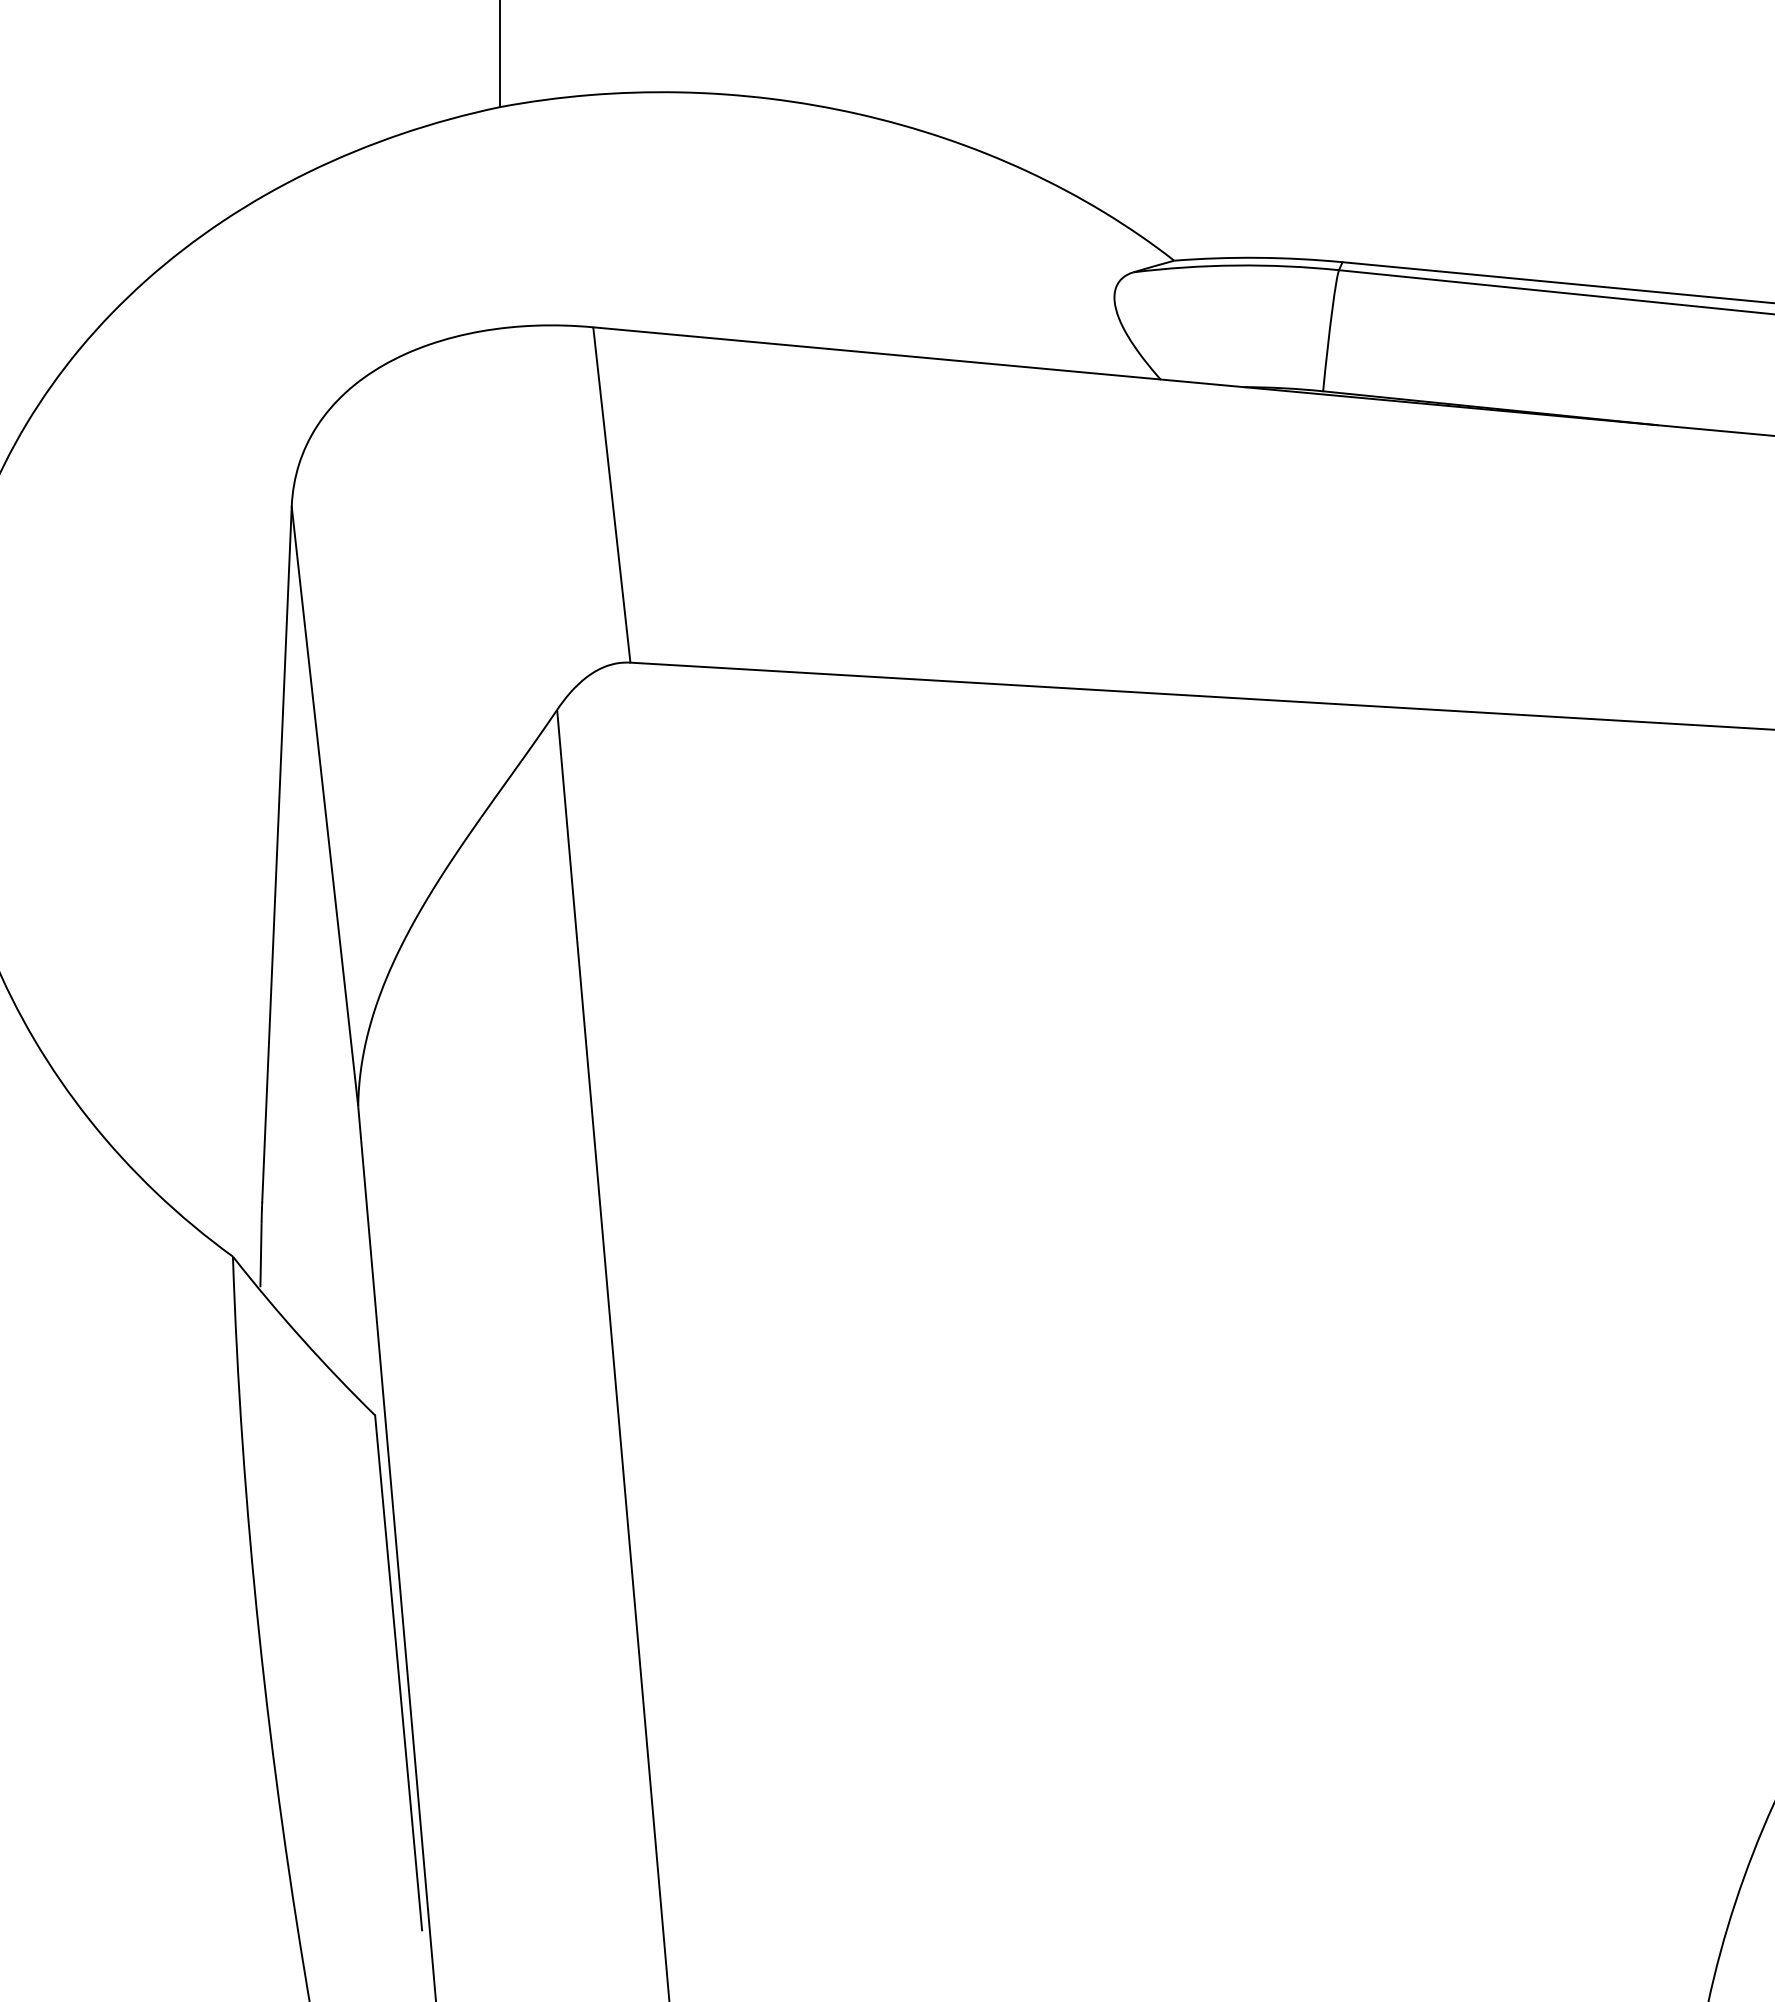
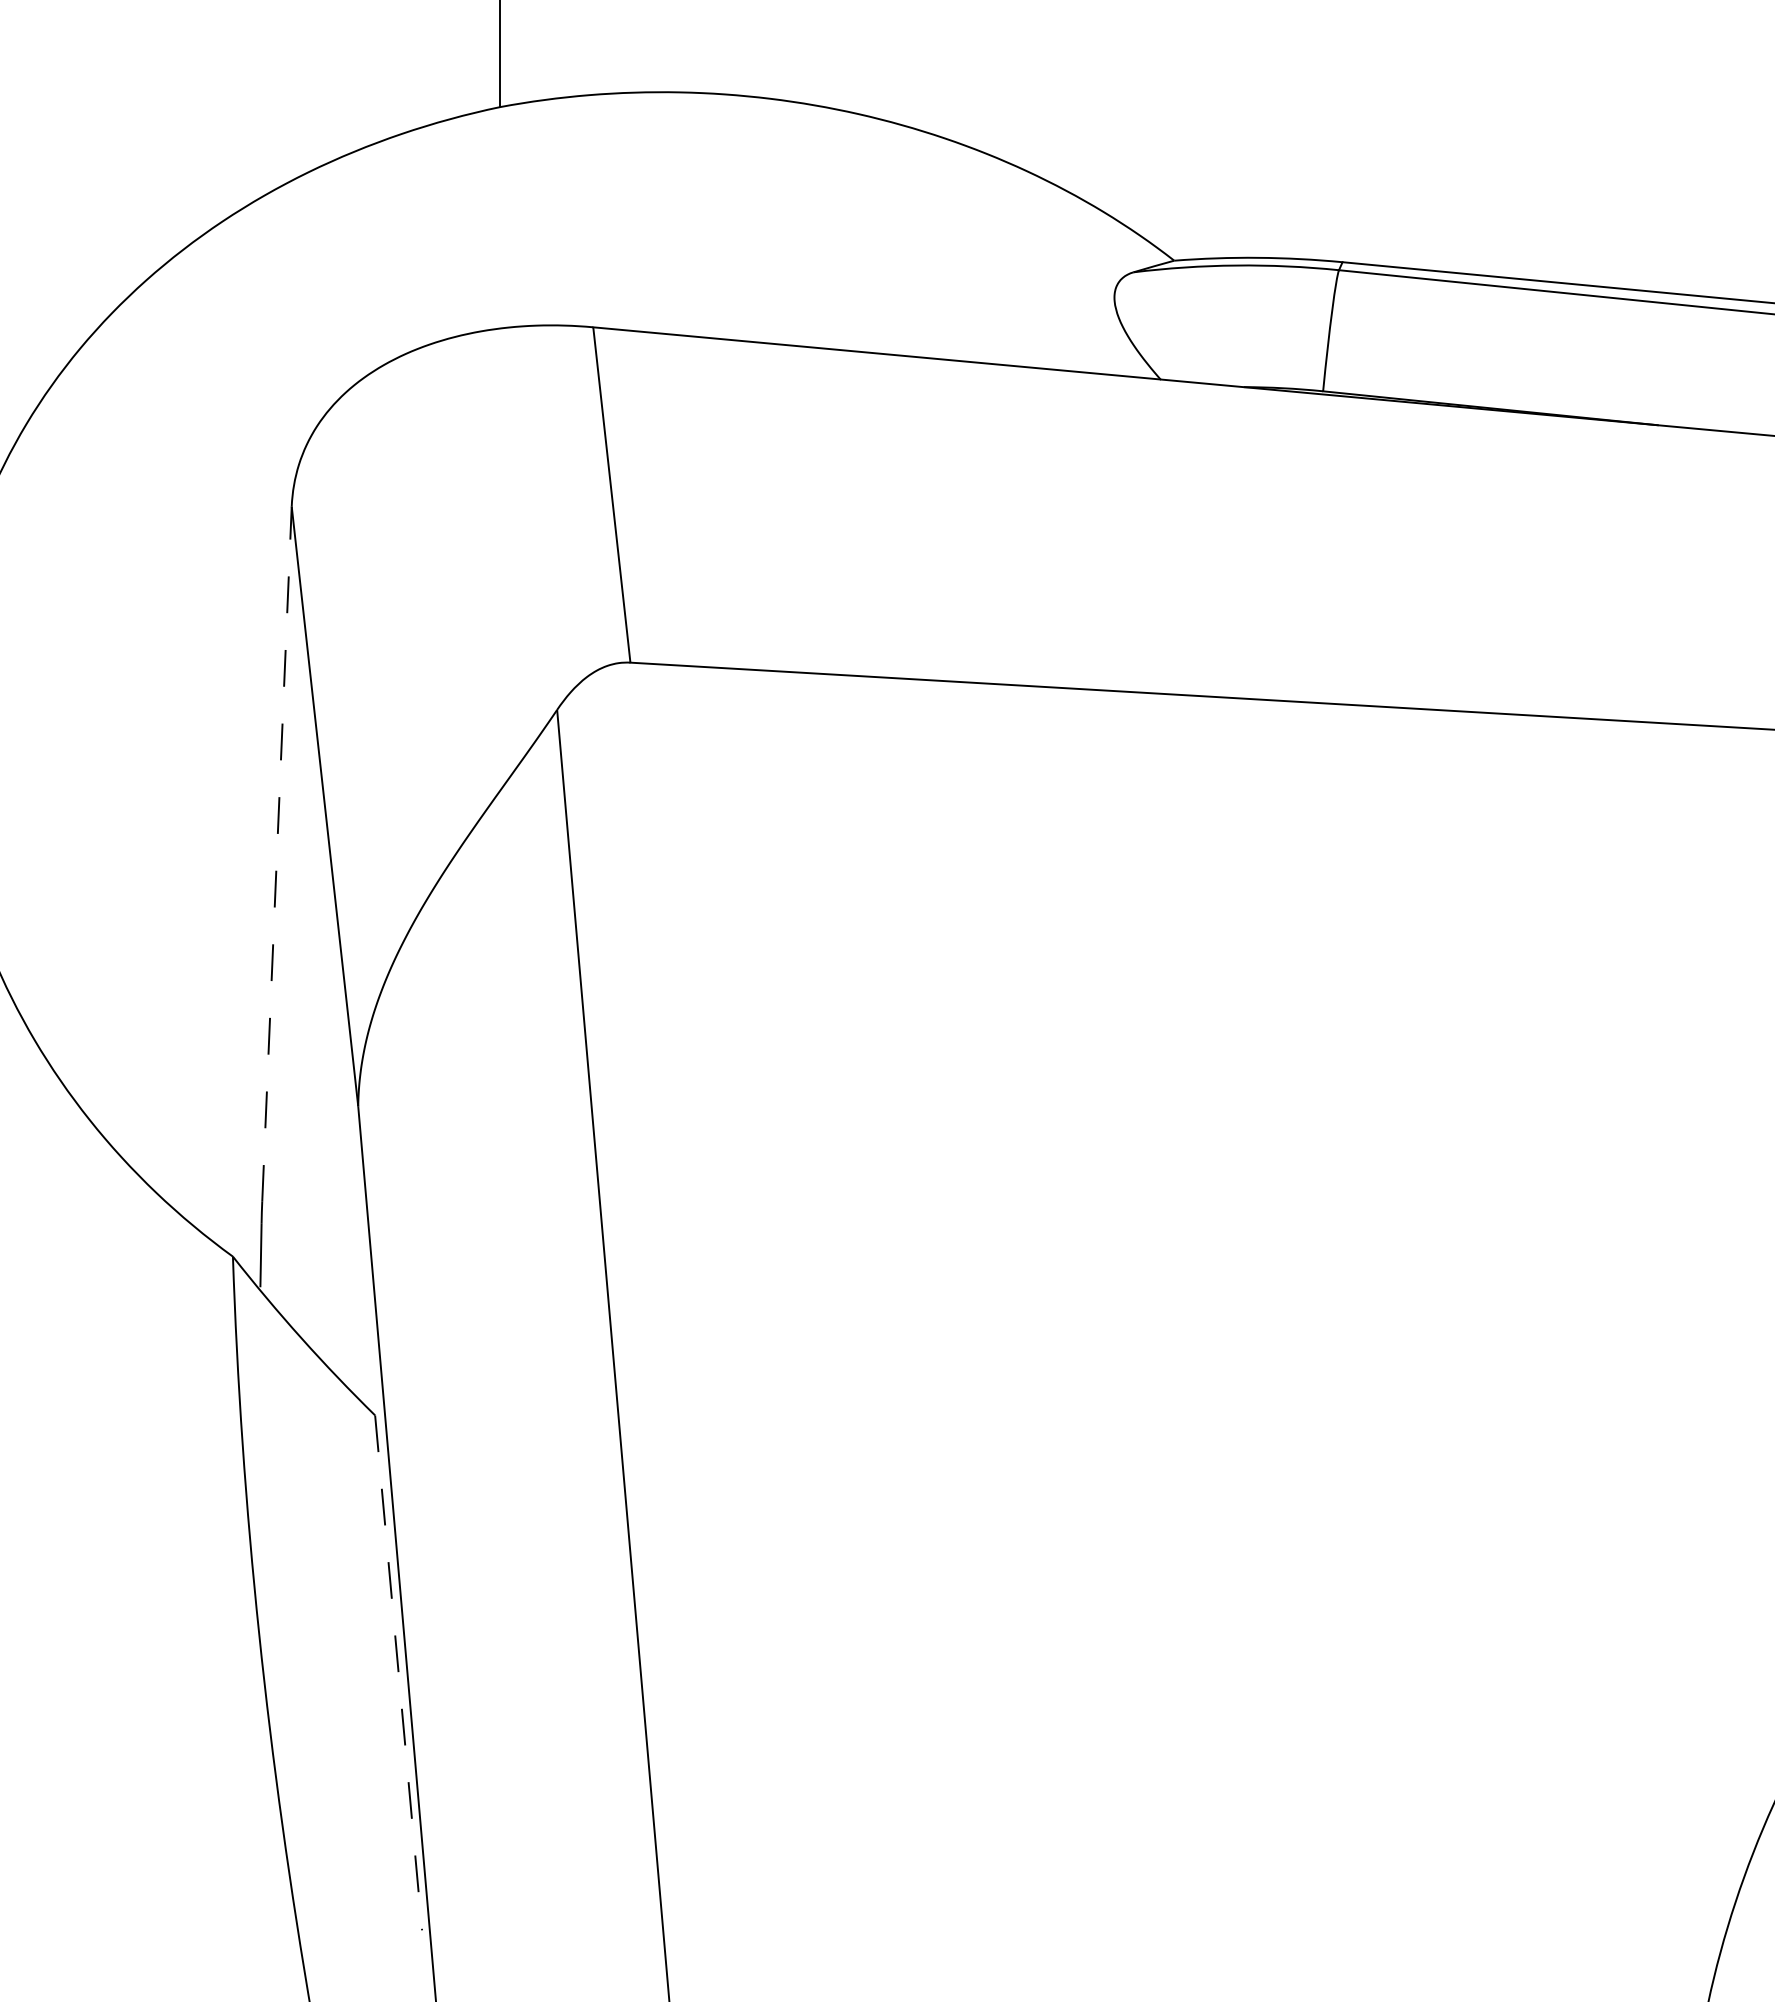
line at (276, 854): solid -> dashed
line at (398, 1672): solid -> dashed
